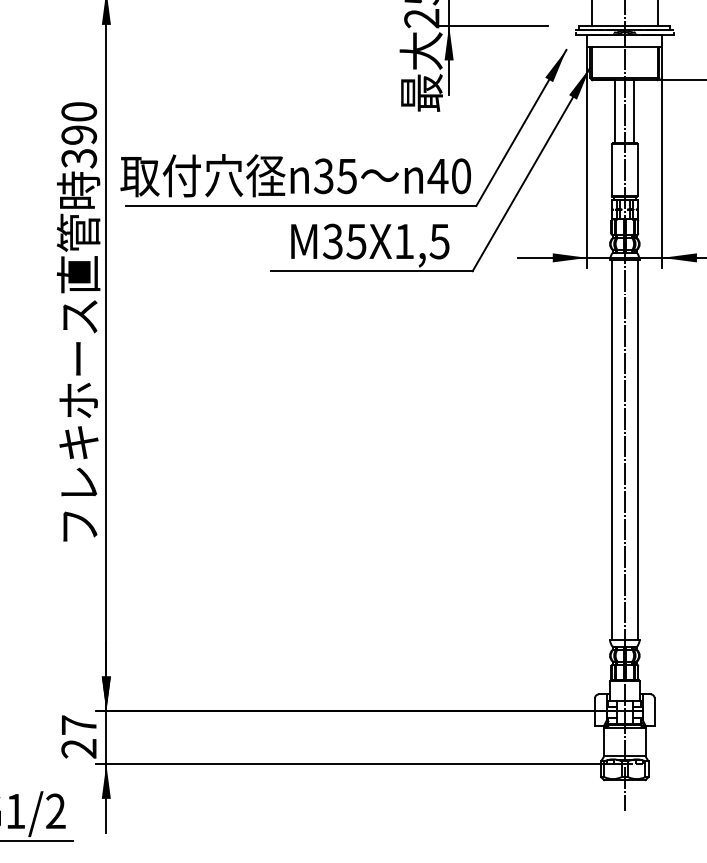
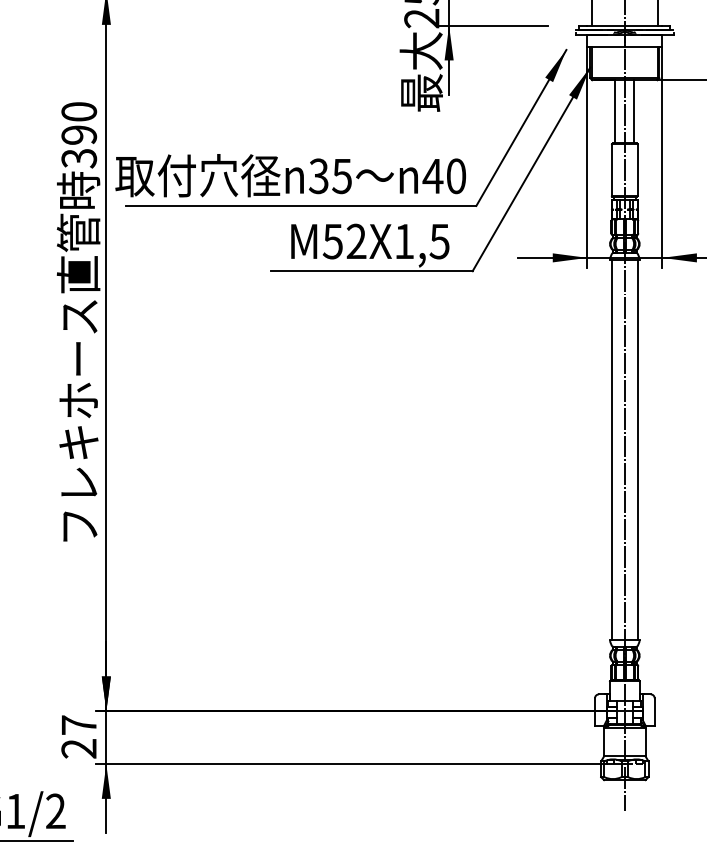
text at (295, 175) position: (295, 175) -> (290, 175)
text at (344, 241): M35X1,5 -> M52X1,5
